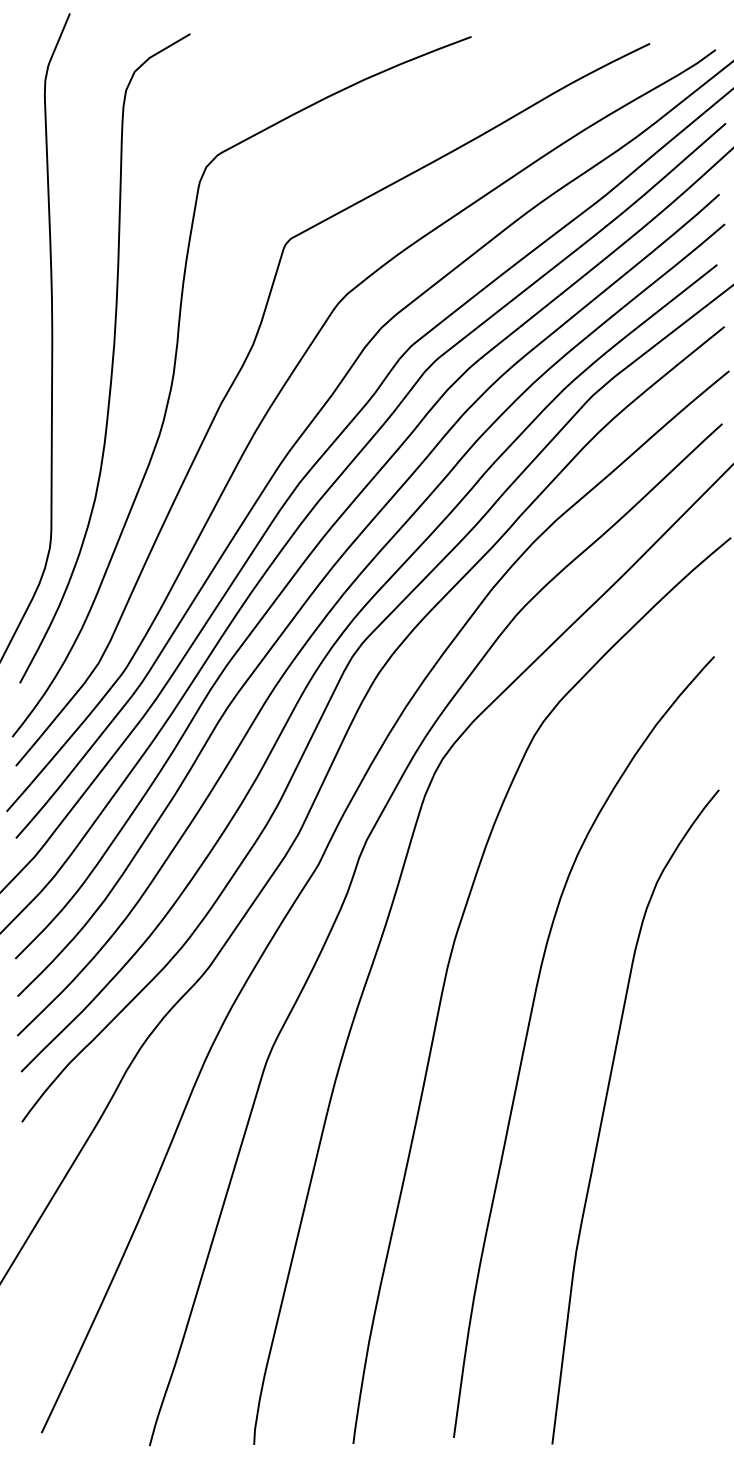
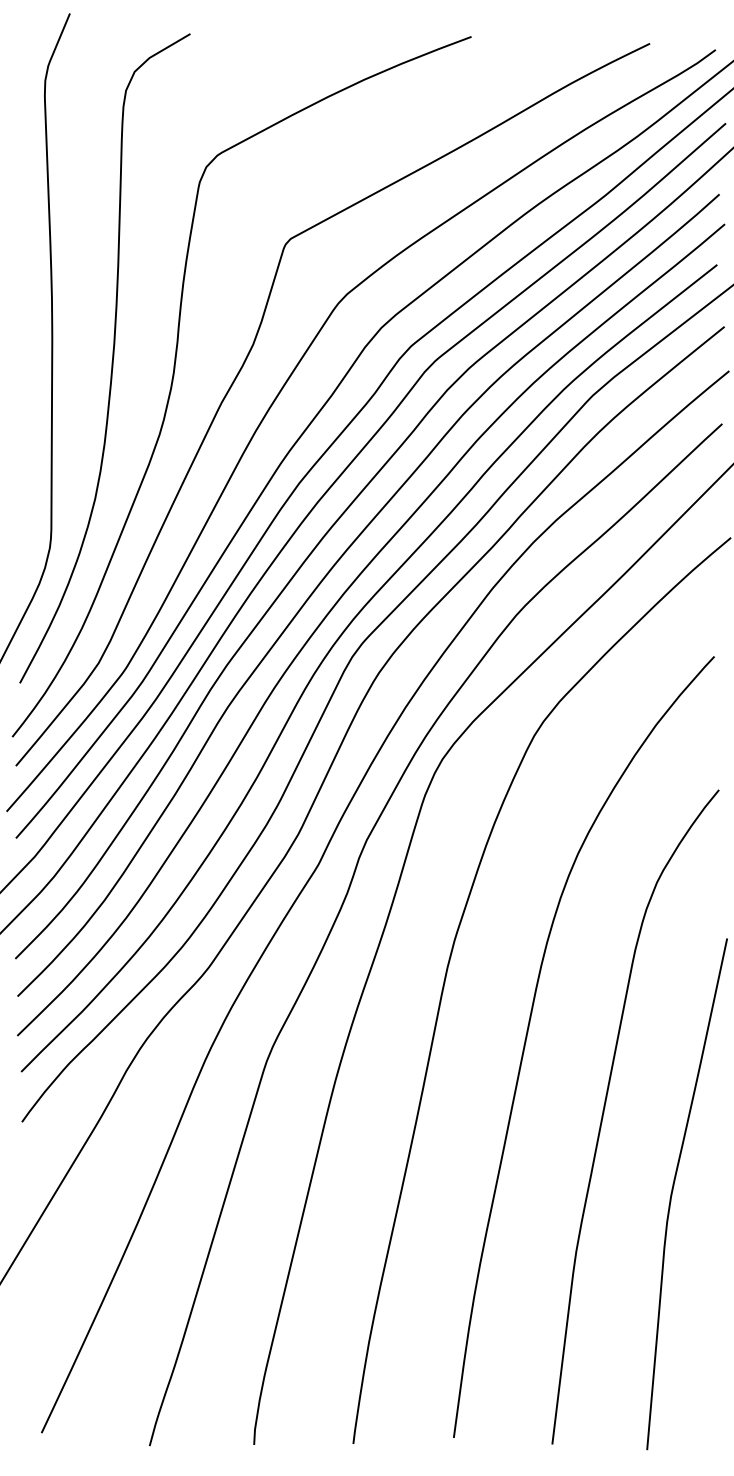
curve at (673, 1190): none -> present
